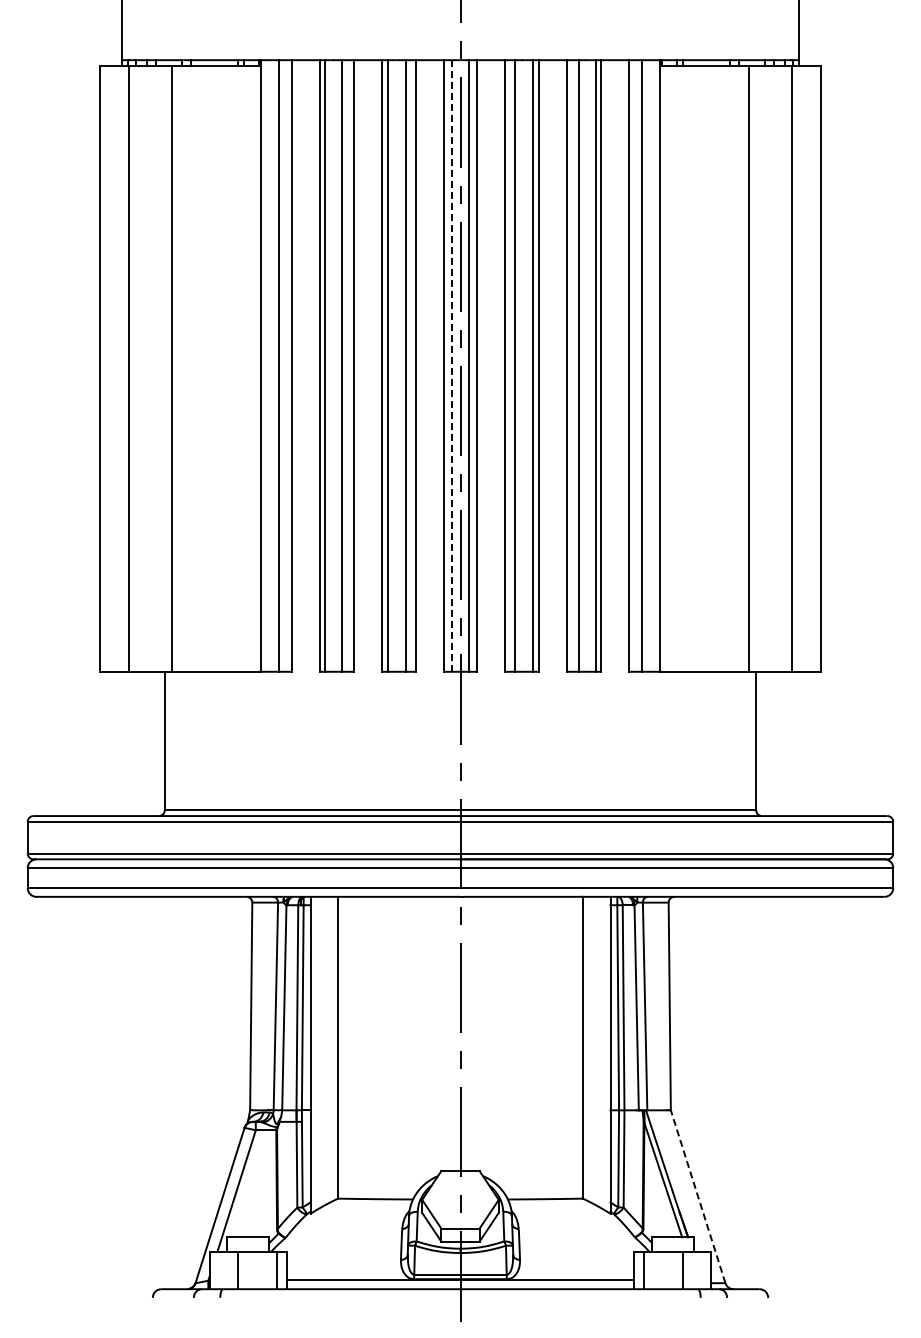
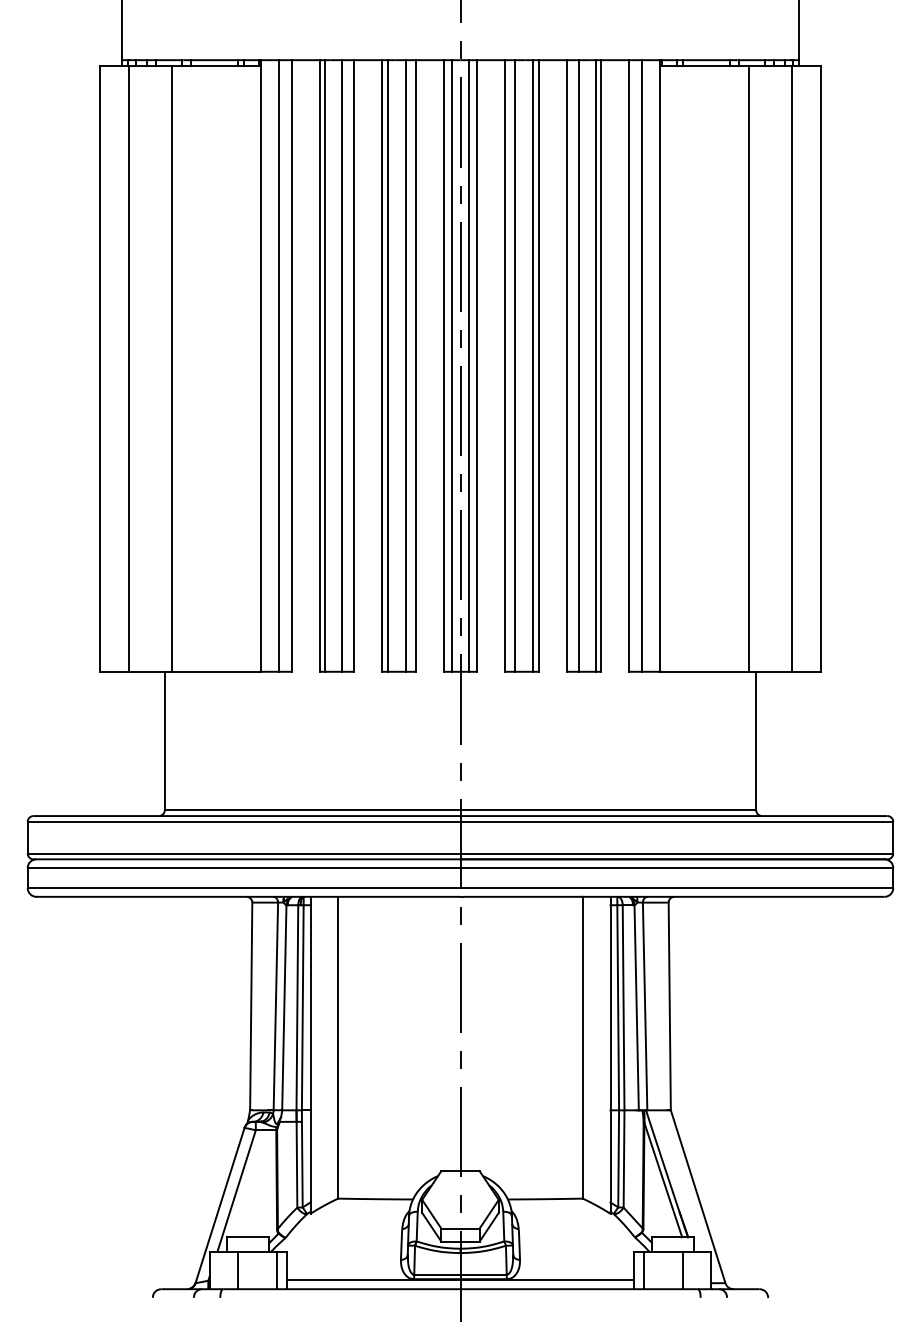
line at (451, 365): dashed -> solid
line at (698, 1196): dashed -> solid
